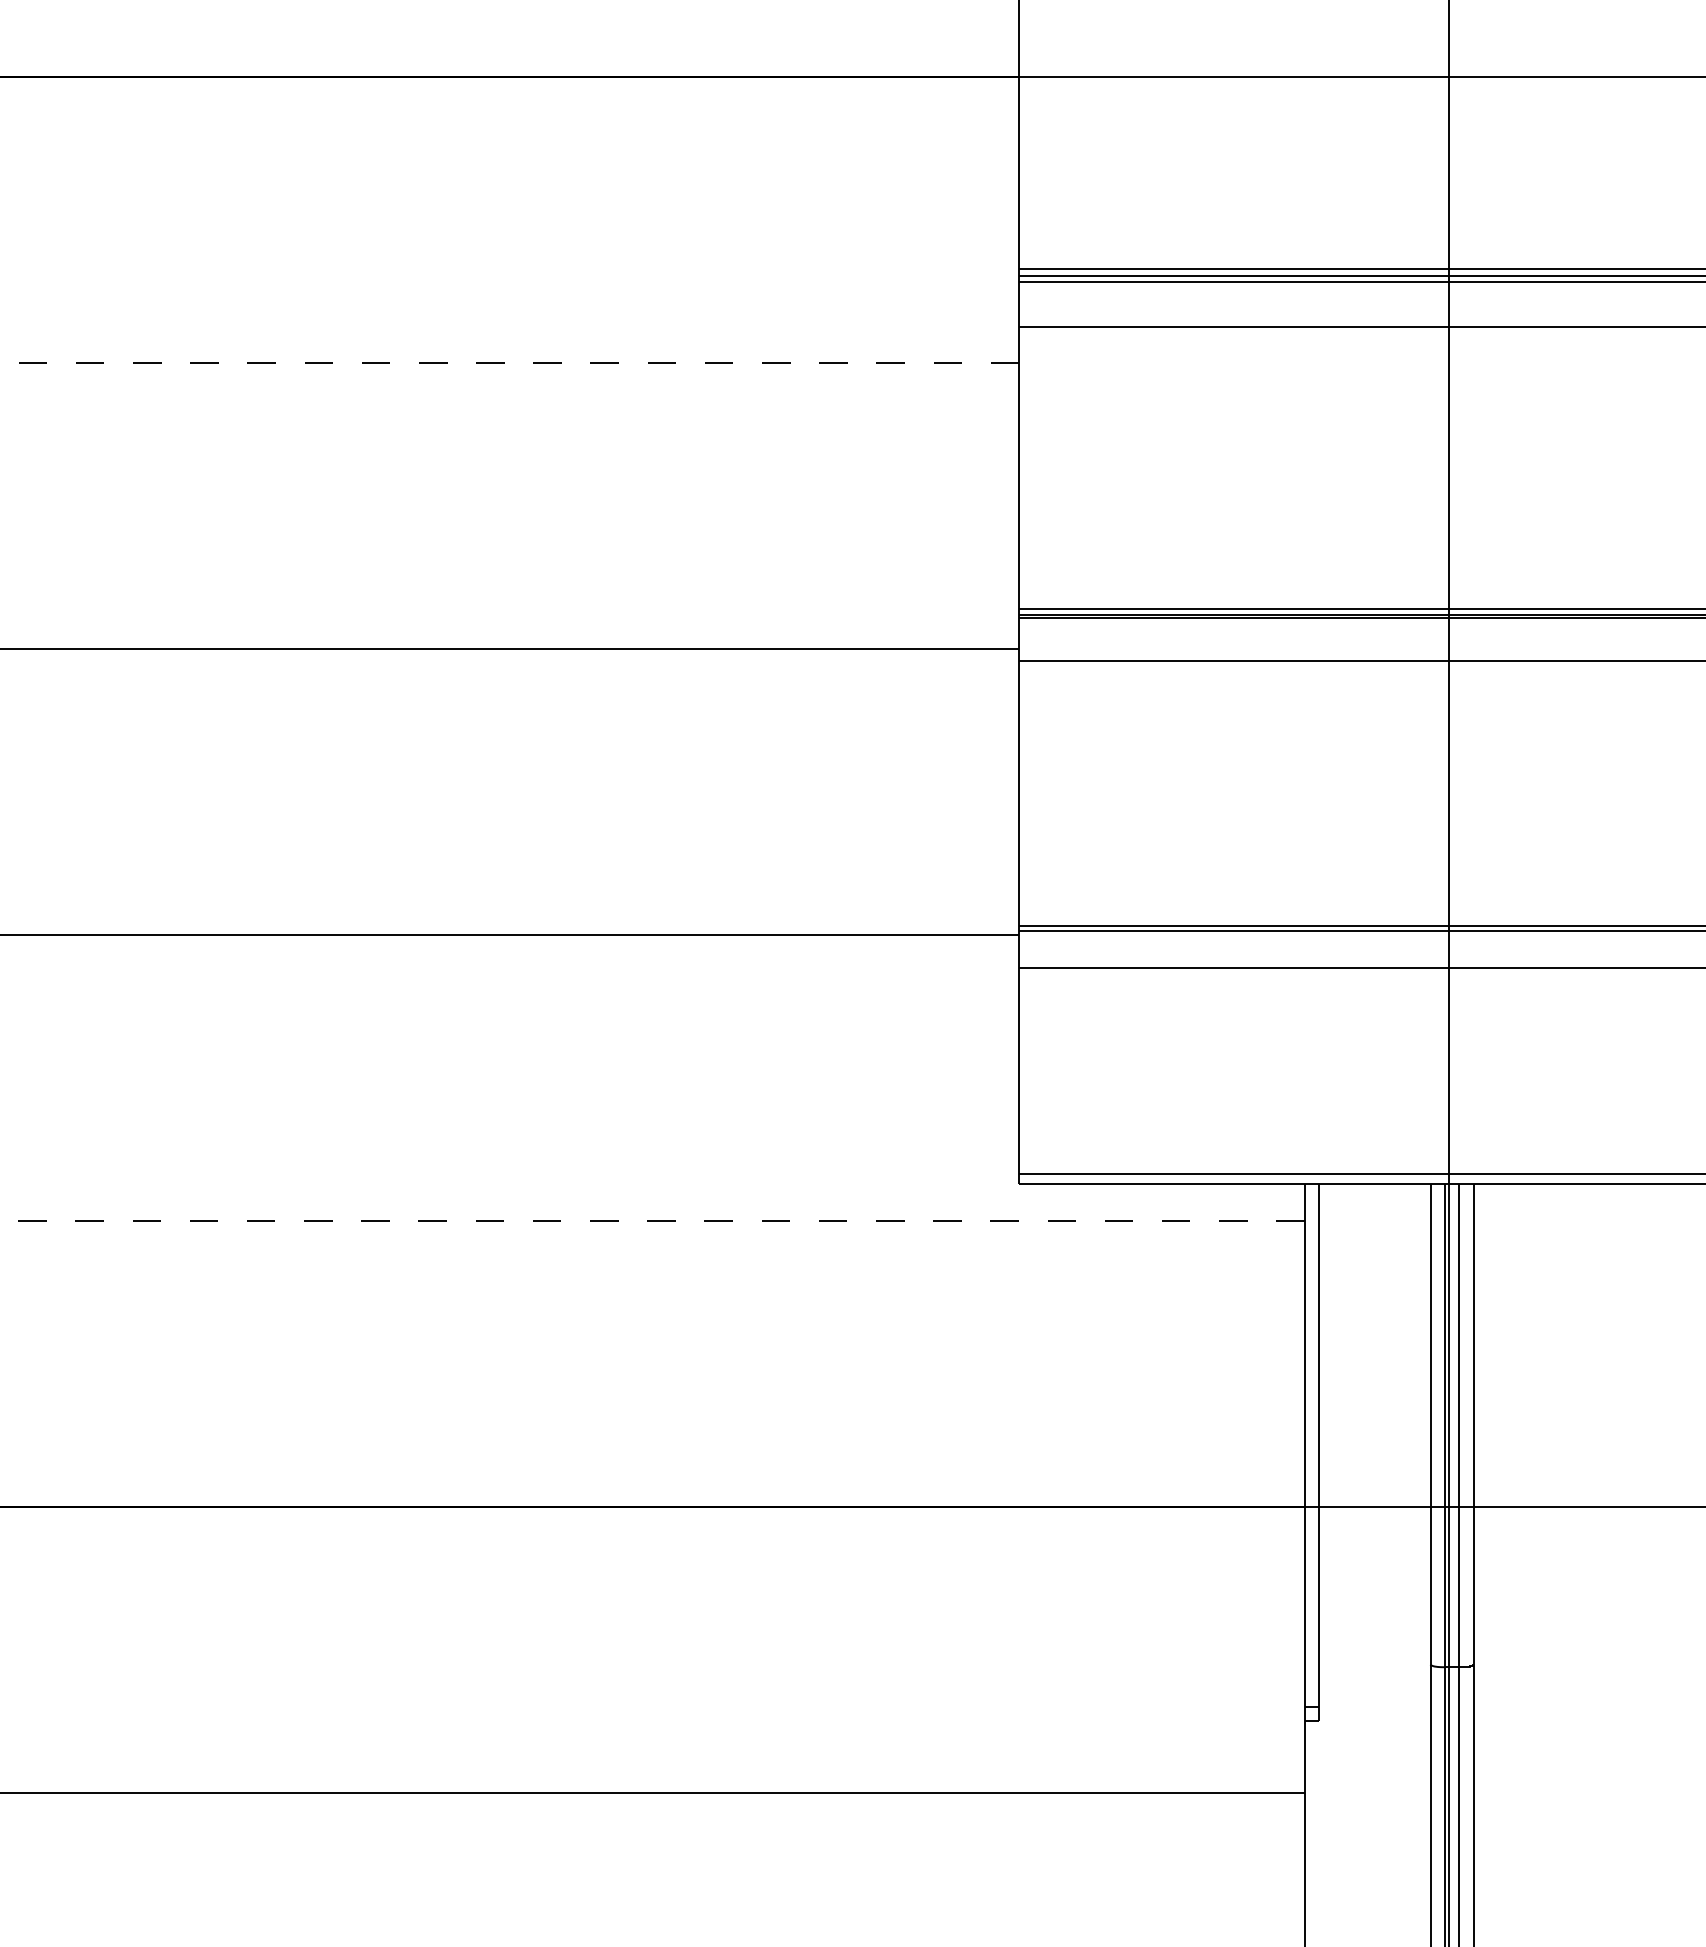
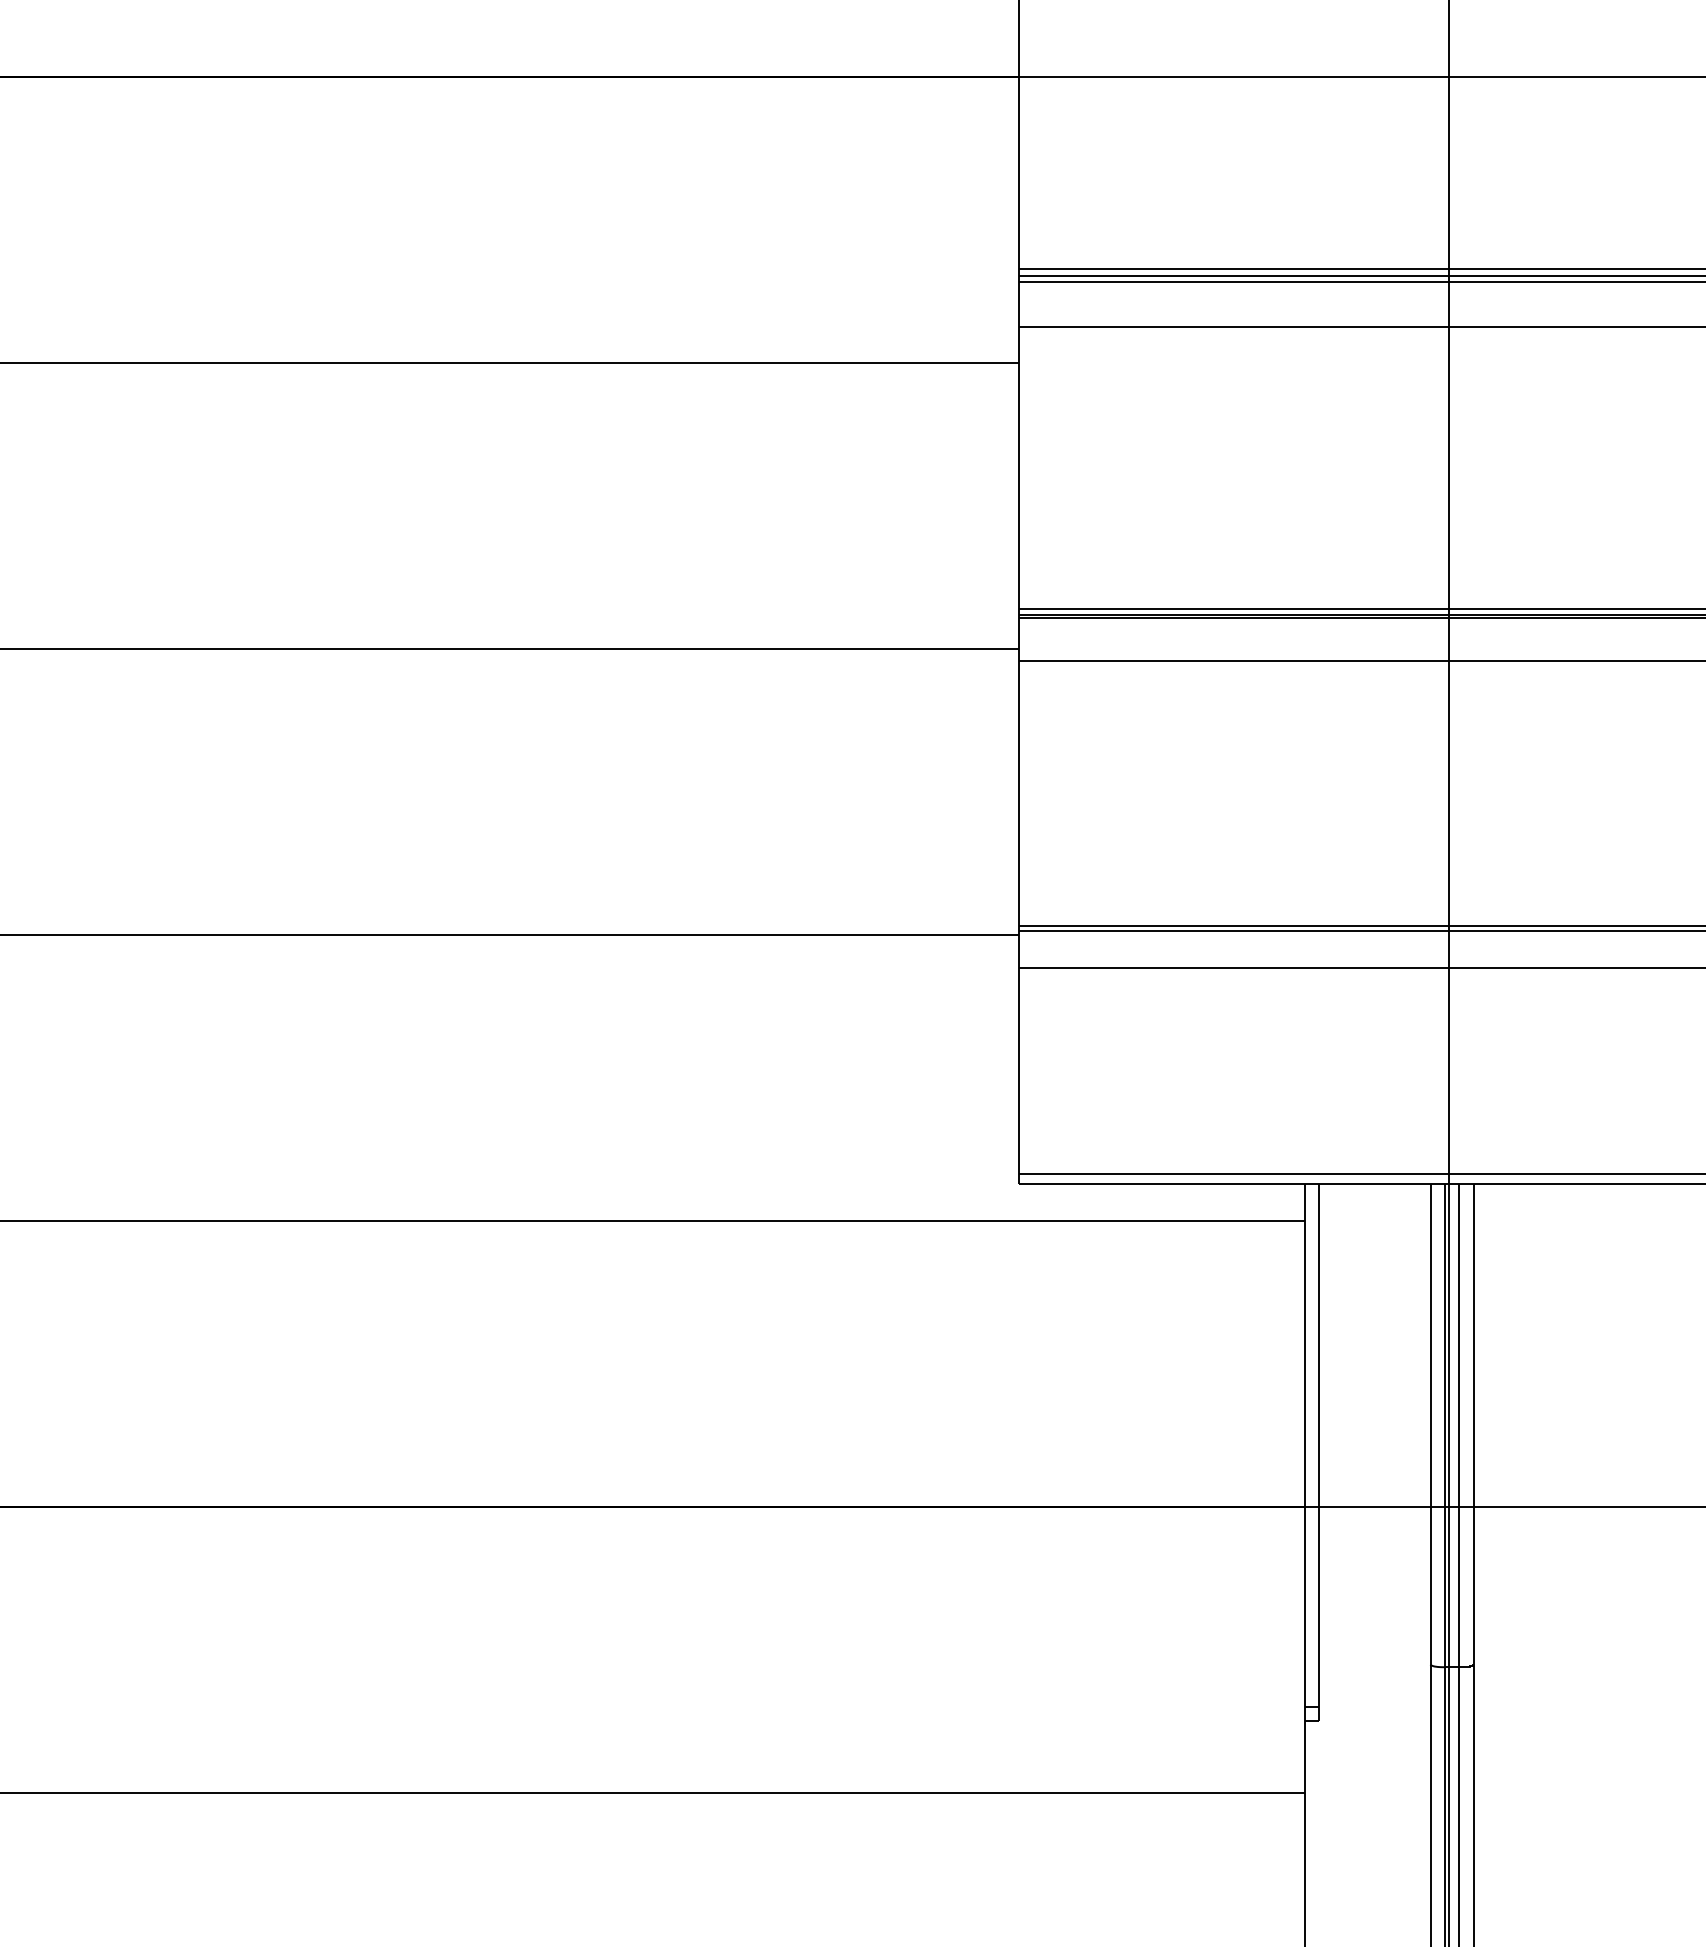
line at (509, 362): dashed -> solid
line at (651, 1220): dashed -> solid
